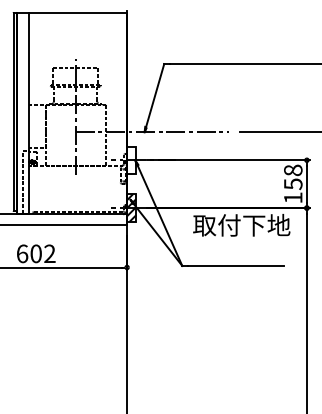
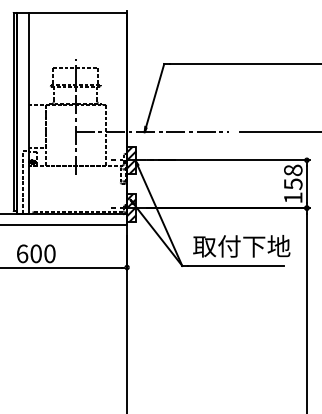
hatch at (131, 159): none -> present
text at (241, 225) position: (241, 225) -> (241, 246)
text at (49, 253): 602 -> 600
